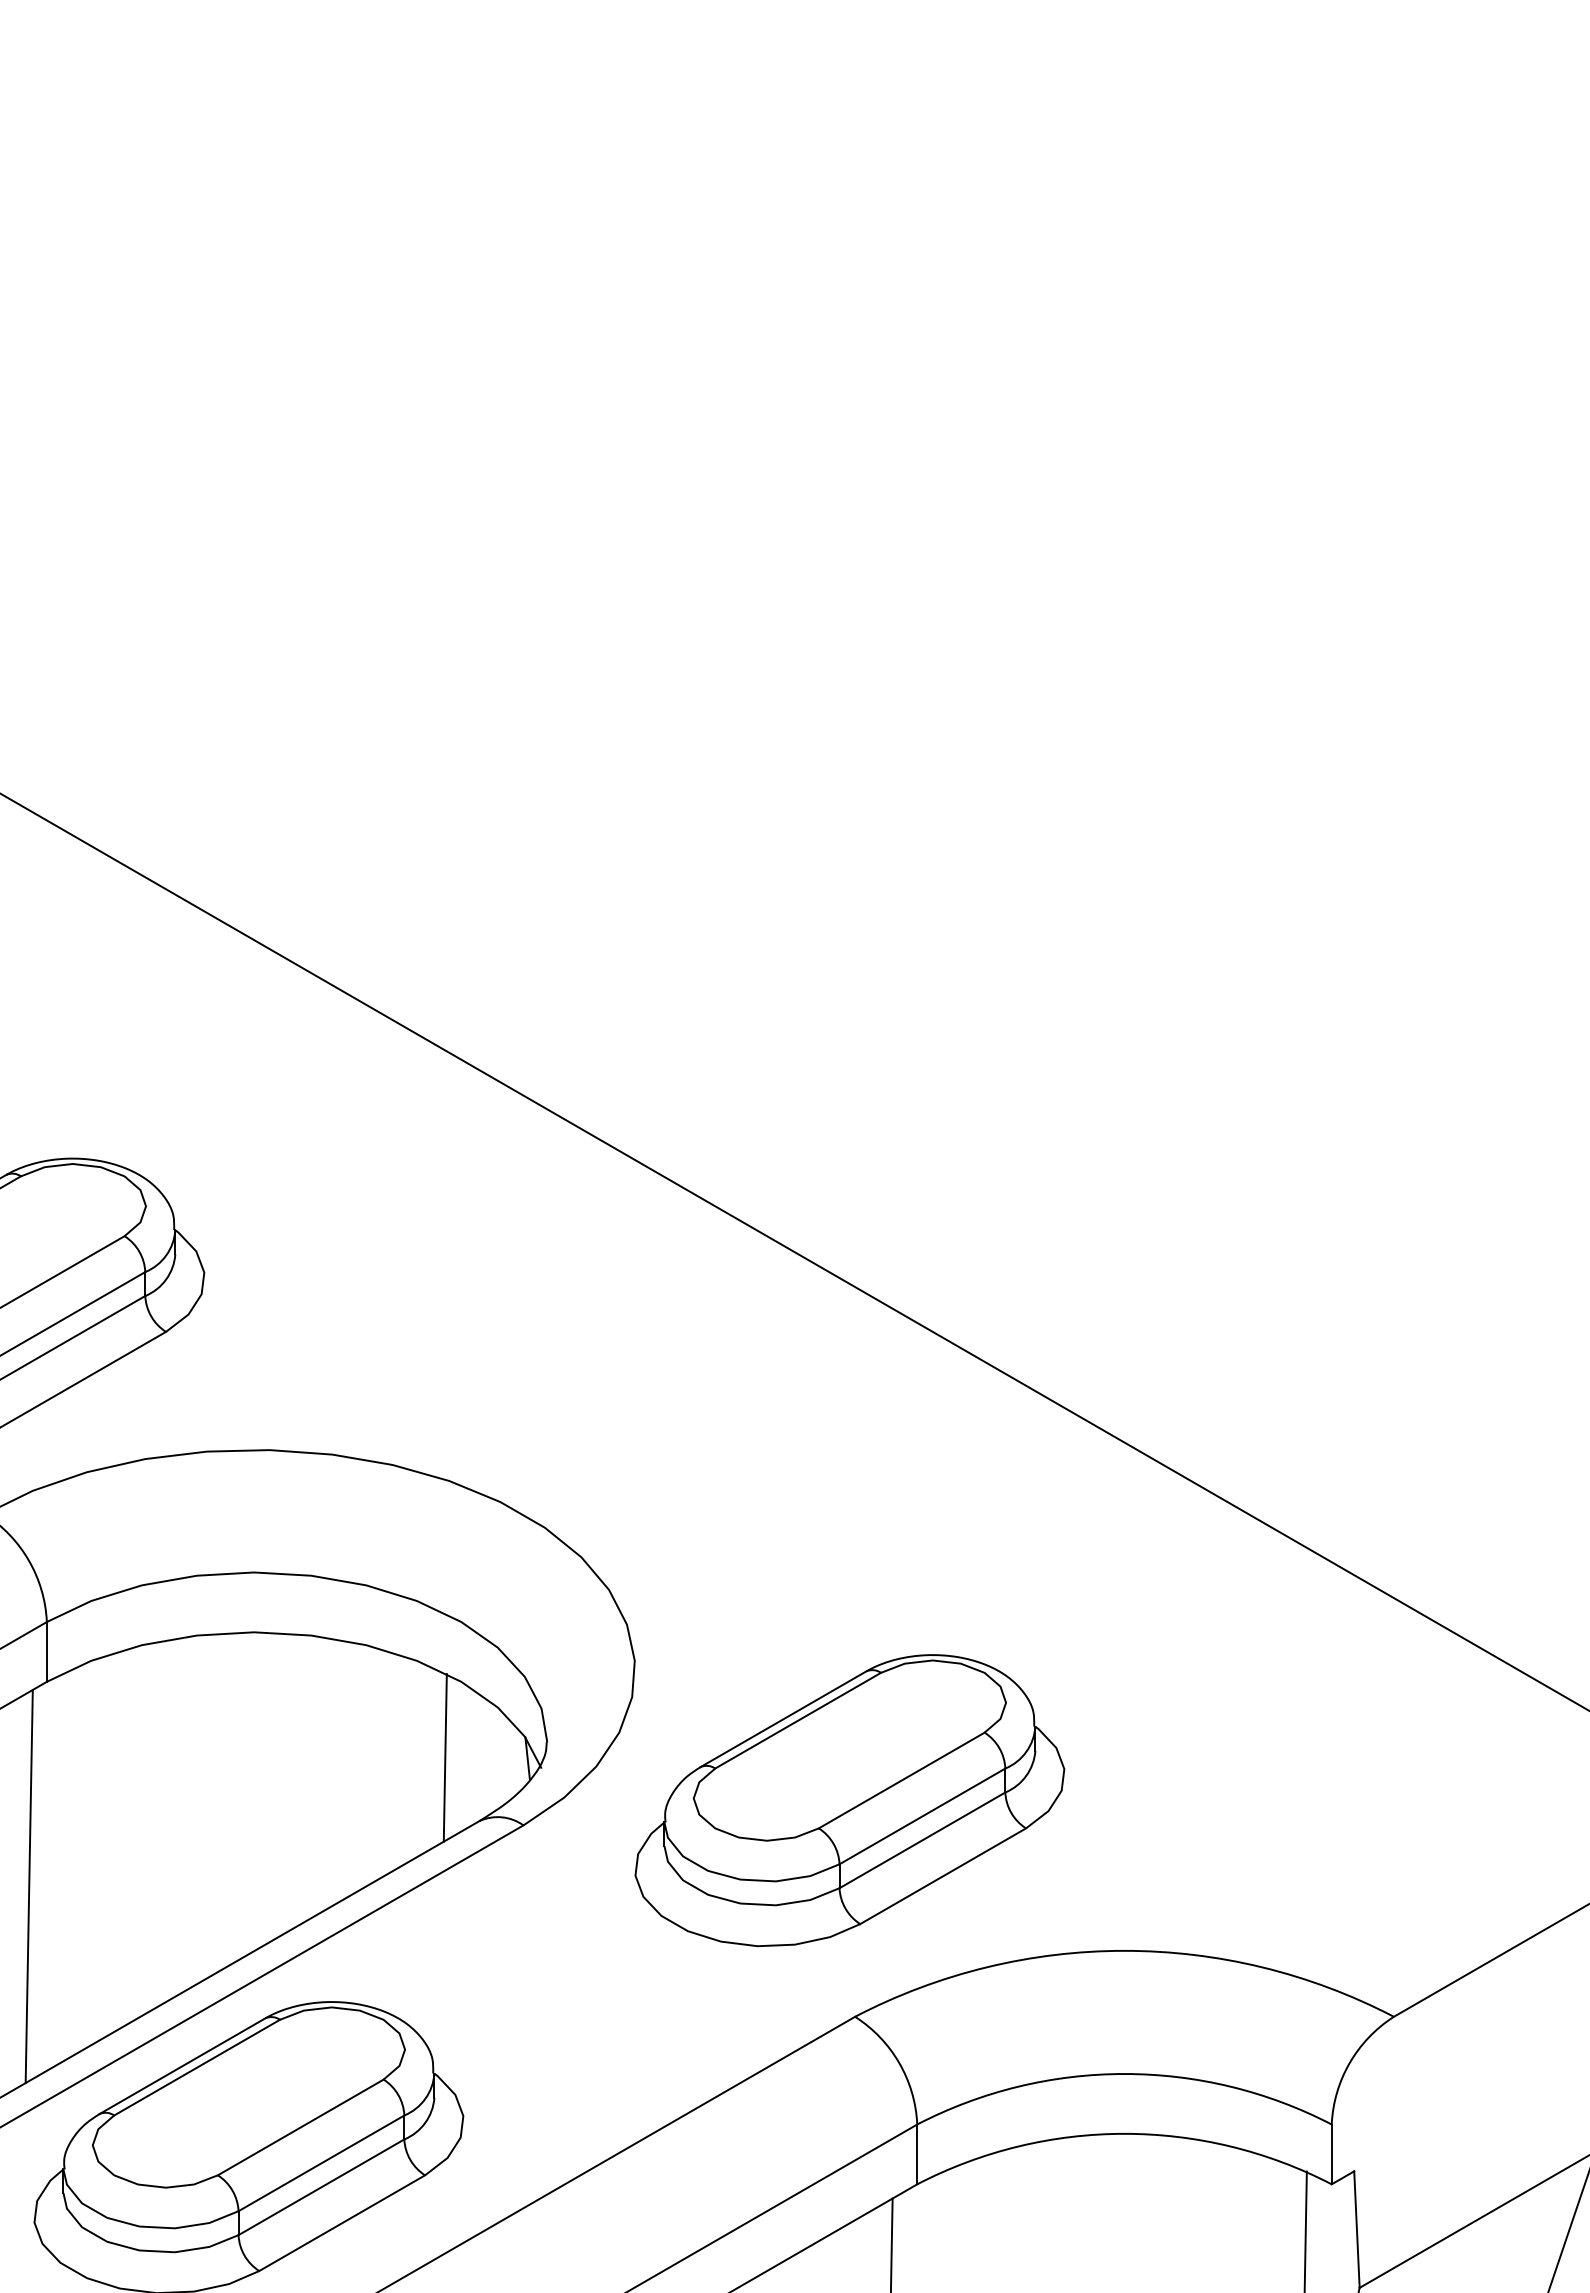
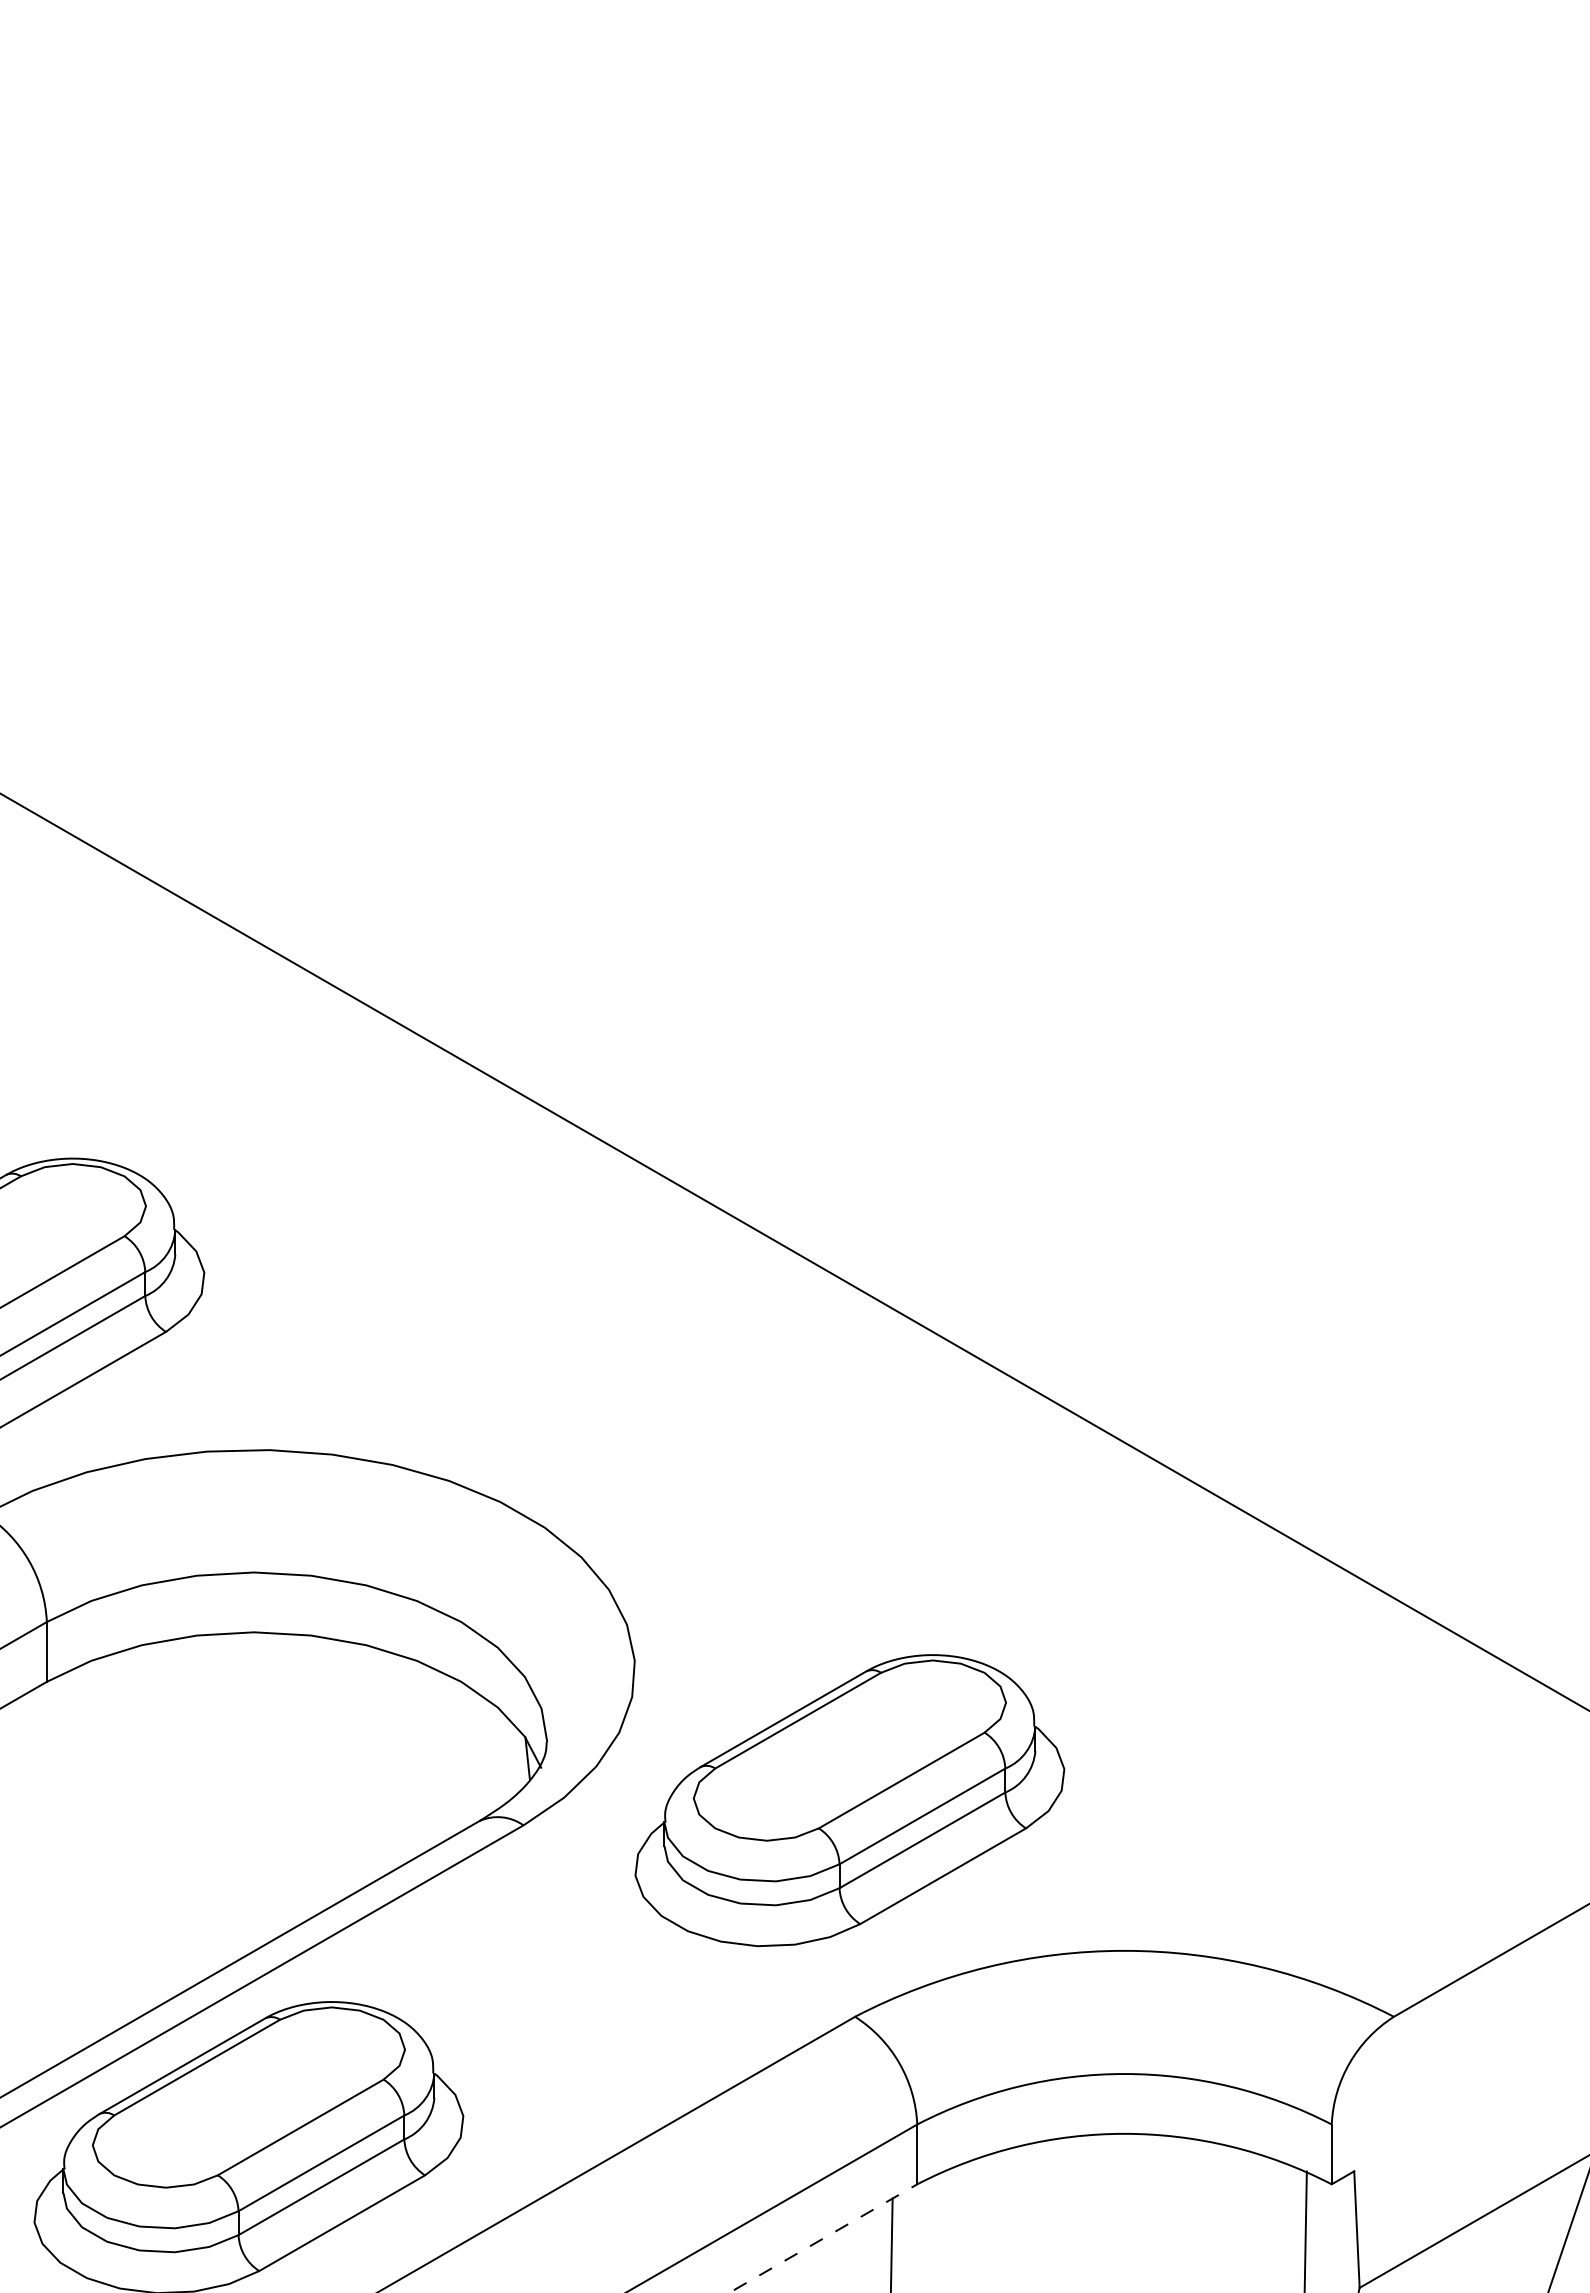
line at (444, 1757): present -> none
line at (28, 1886): present -> none
line at (823, 2238): solid -> dashed
